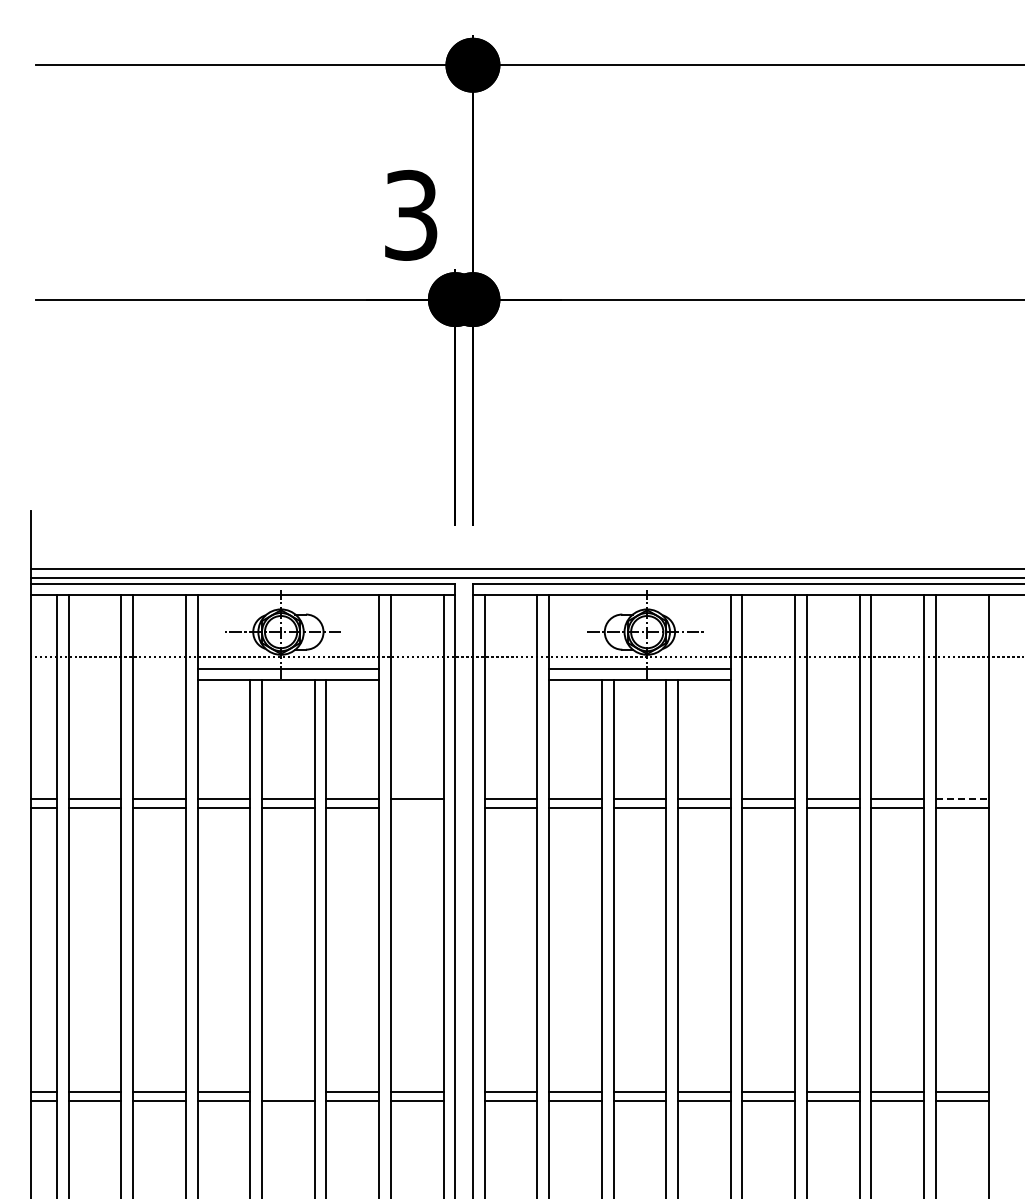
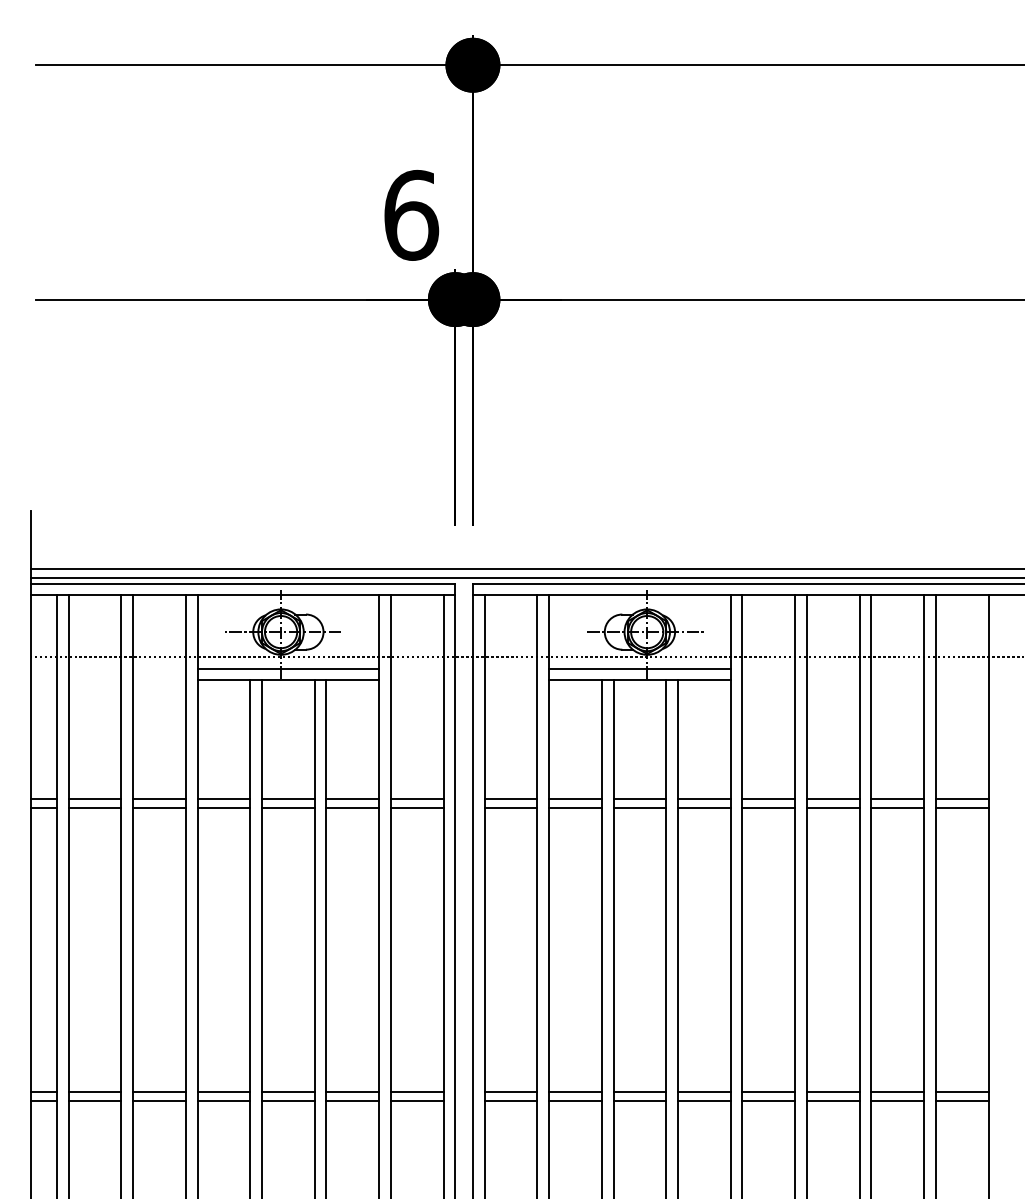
text at (411, 214): 3 -> 6
line at (962, 799): dashed -> solid
line at (416, 807): none -> present
line at (288, 1092): none -> present
